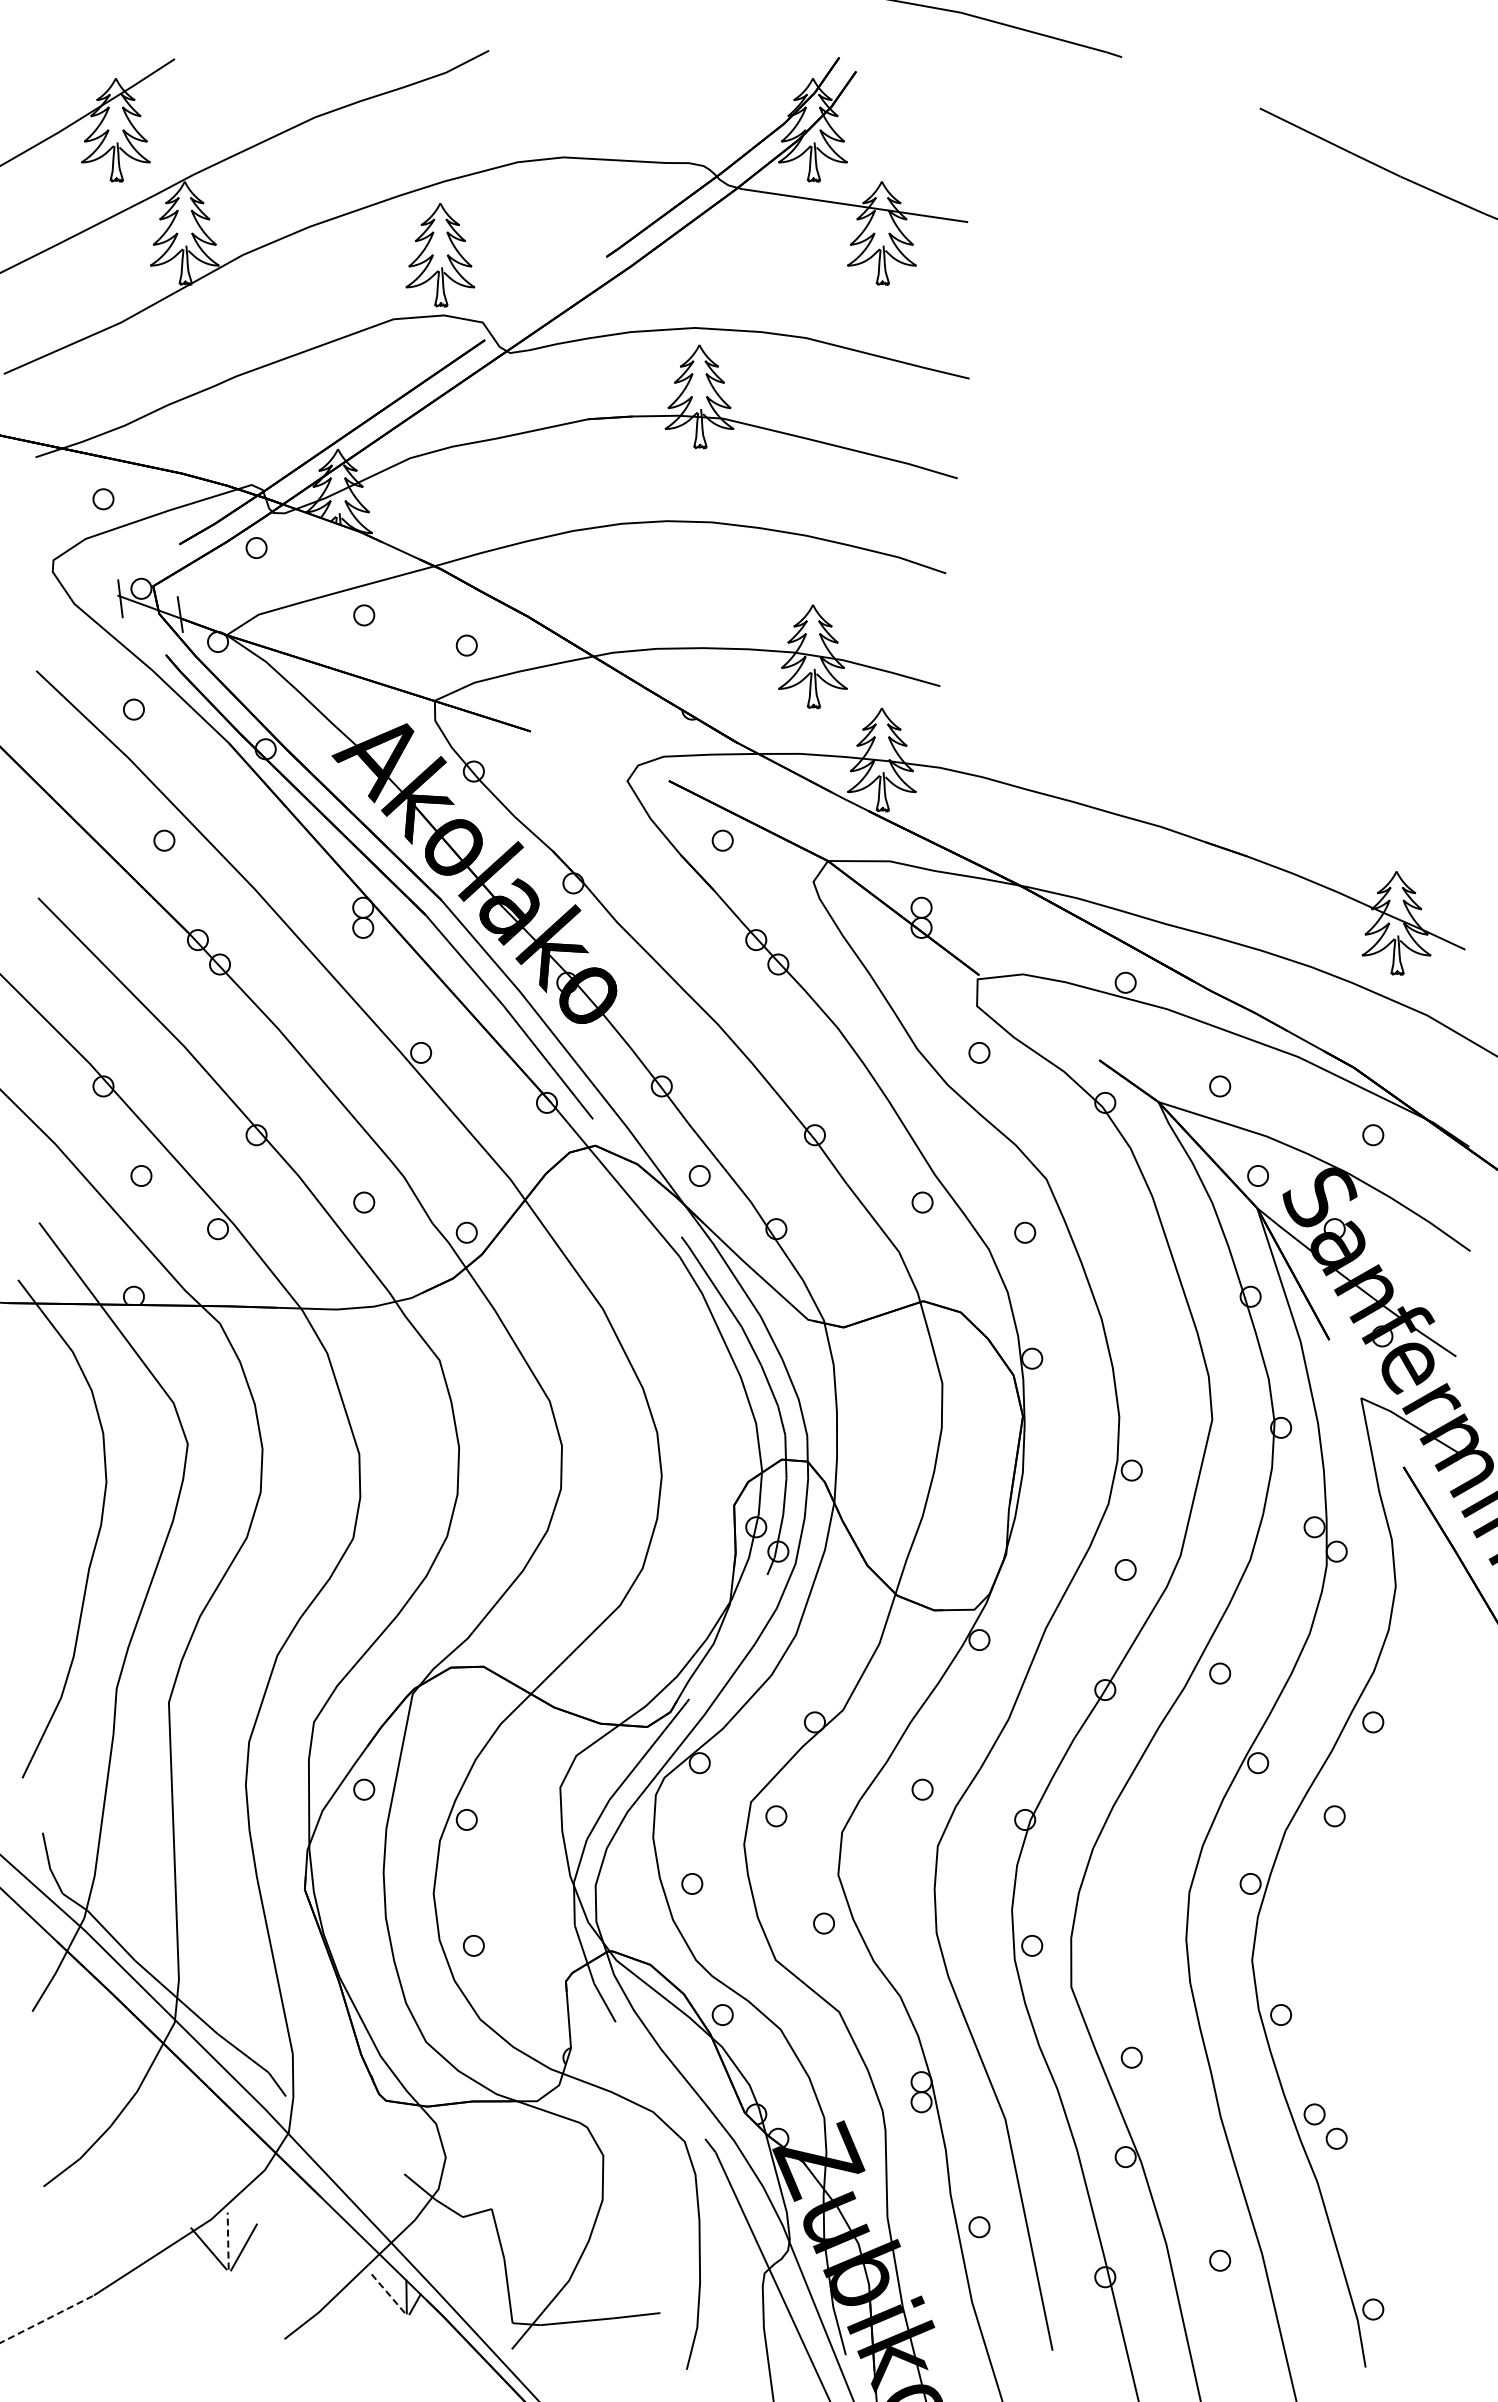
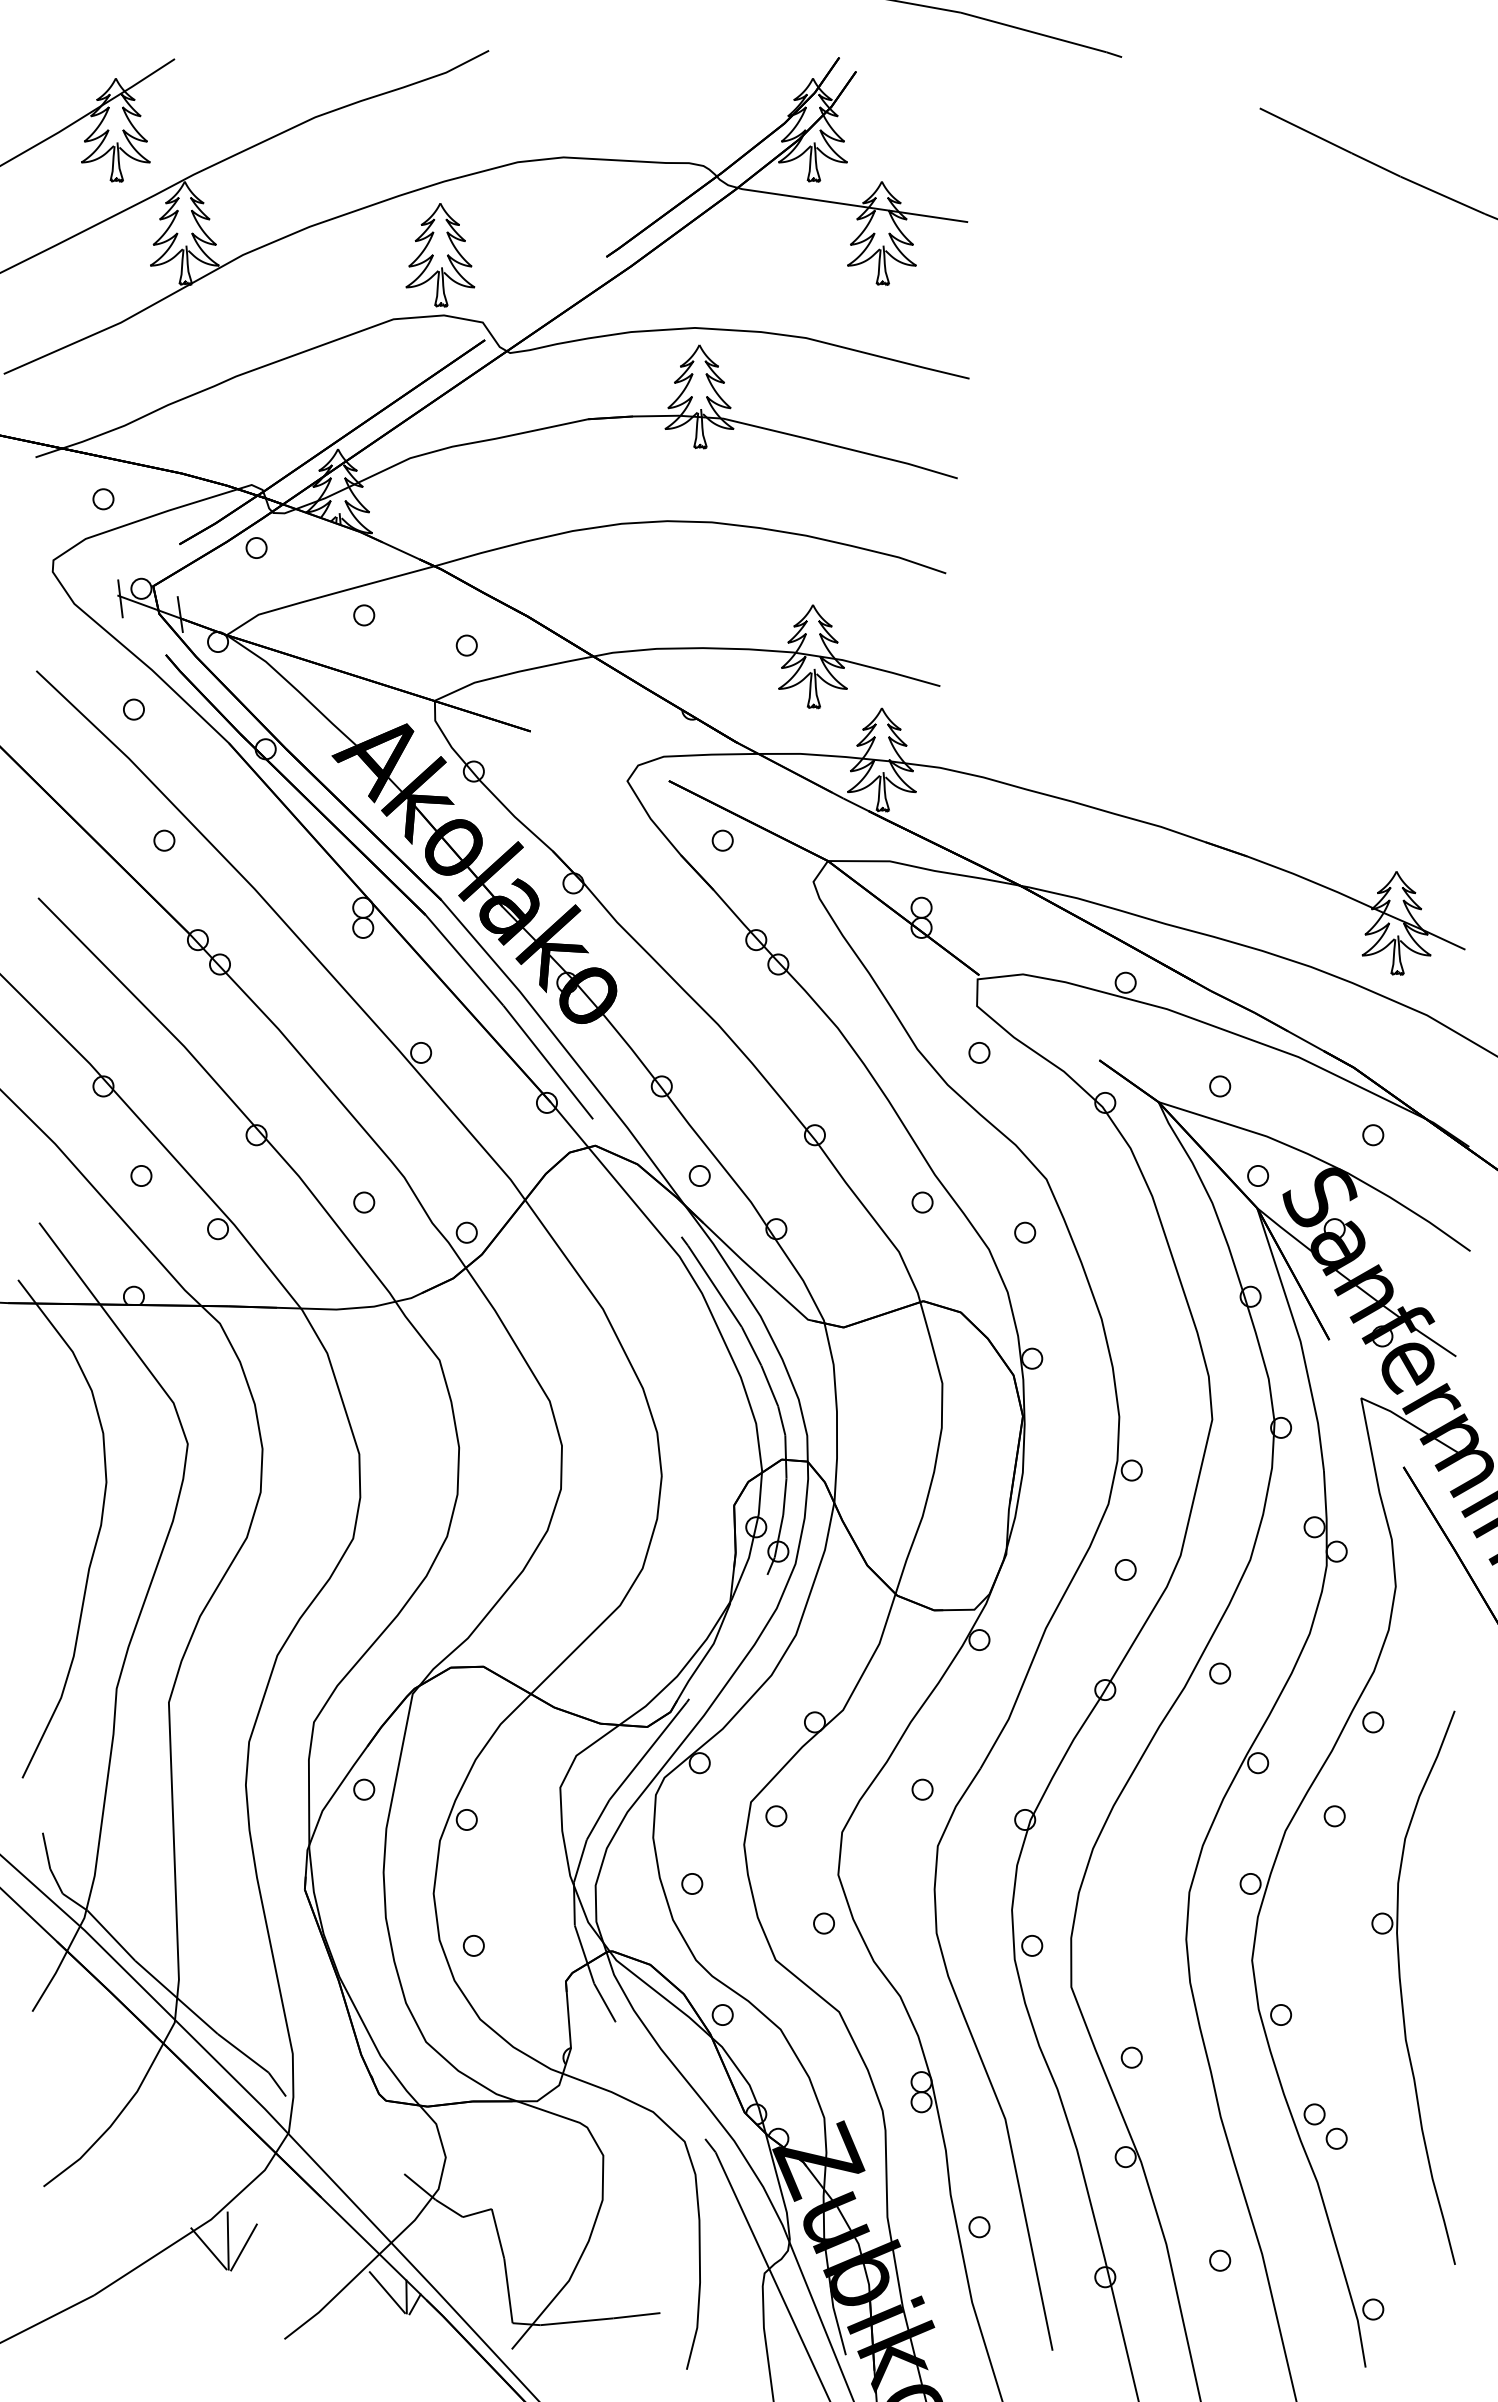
part at (1401, 1987): none -> present
line at (228, 2241): dashed -> solid
line at (387, 2292): dashed -> solid
line at (47, 2318): dashed -> solid
